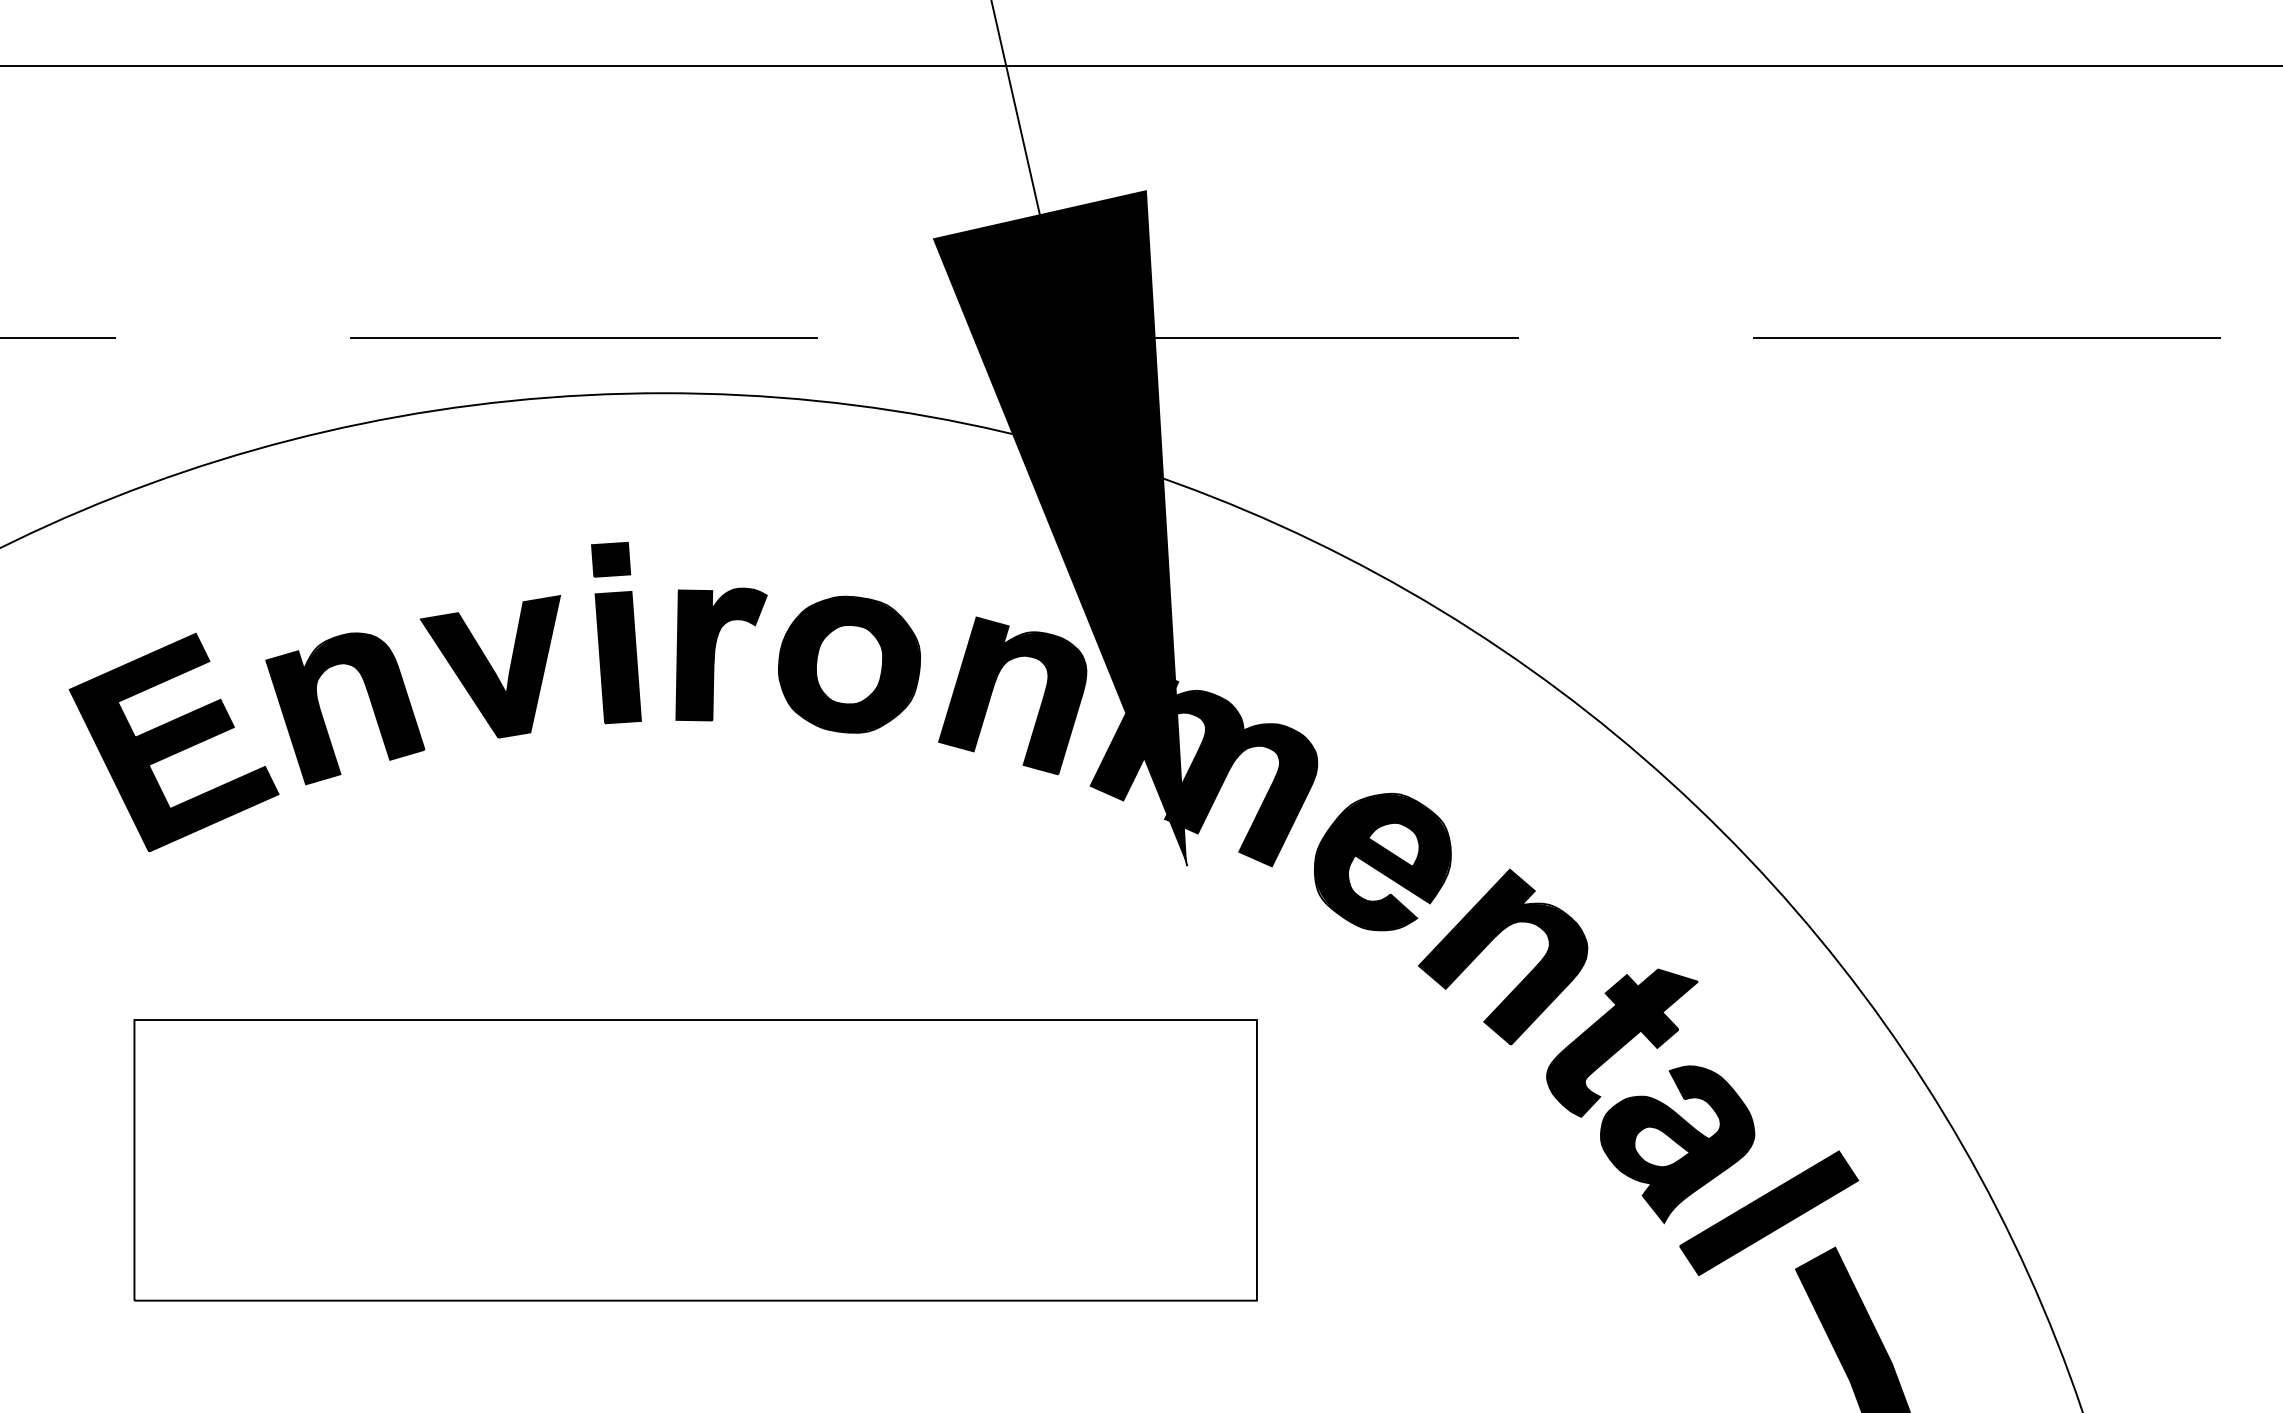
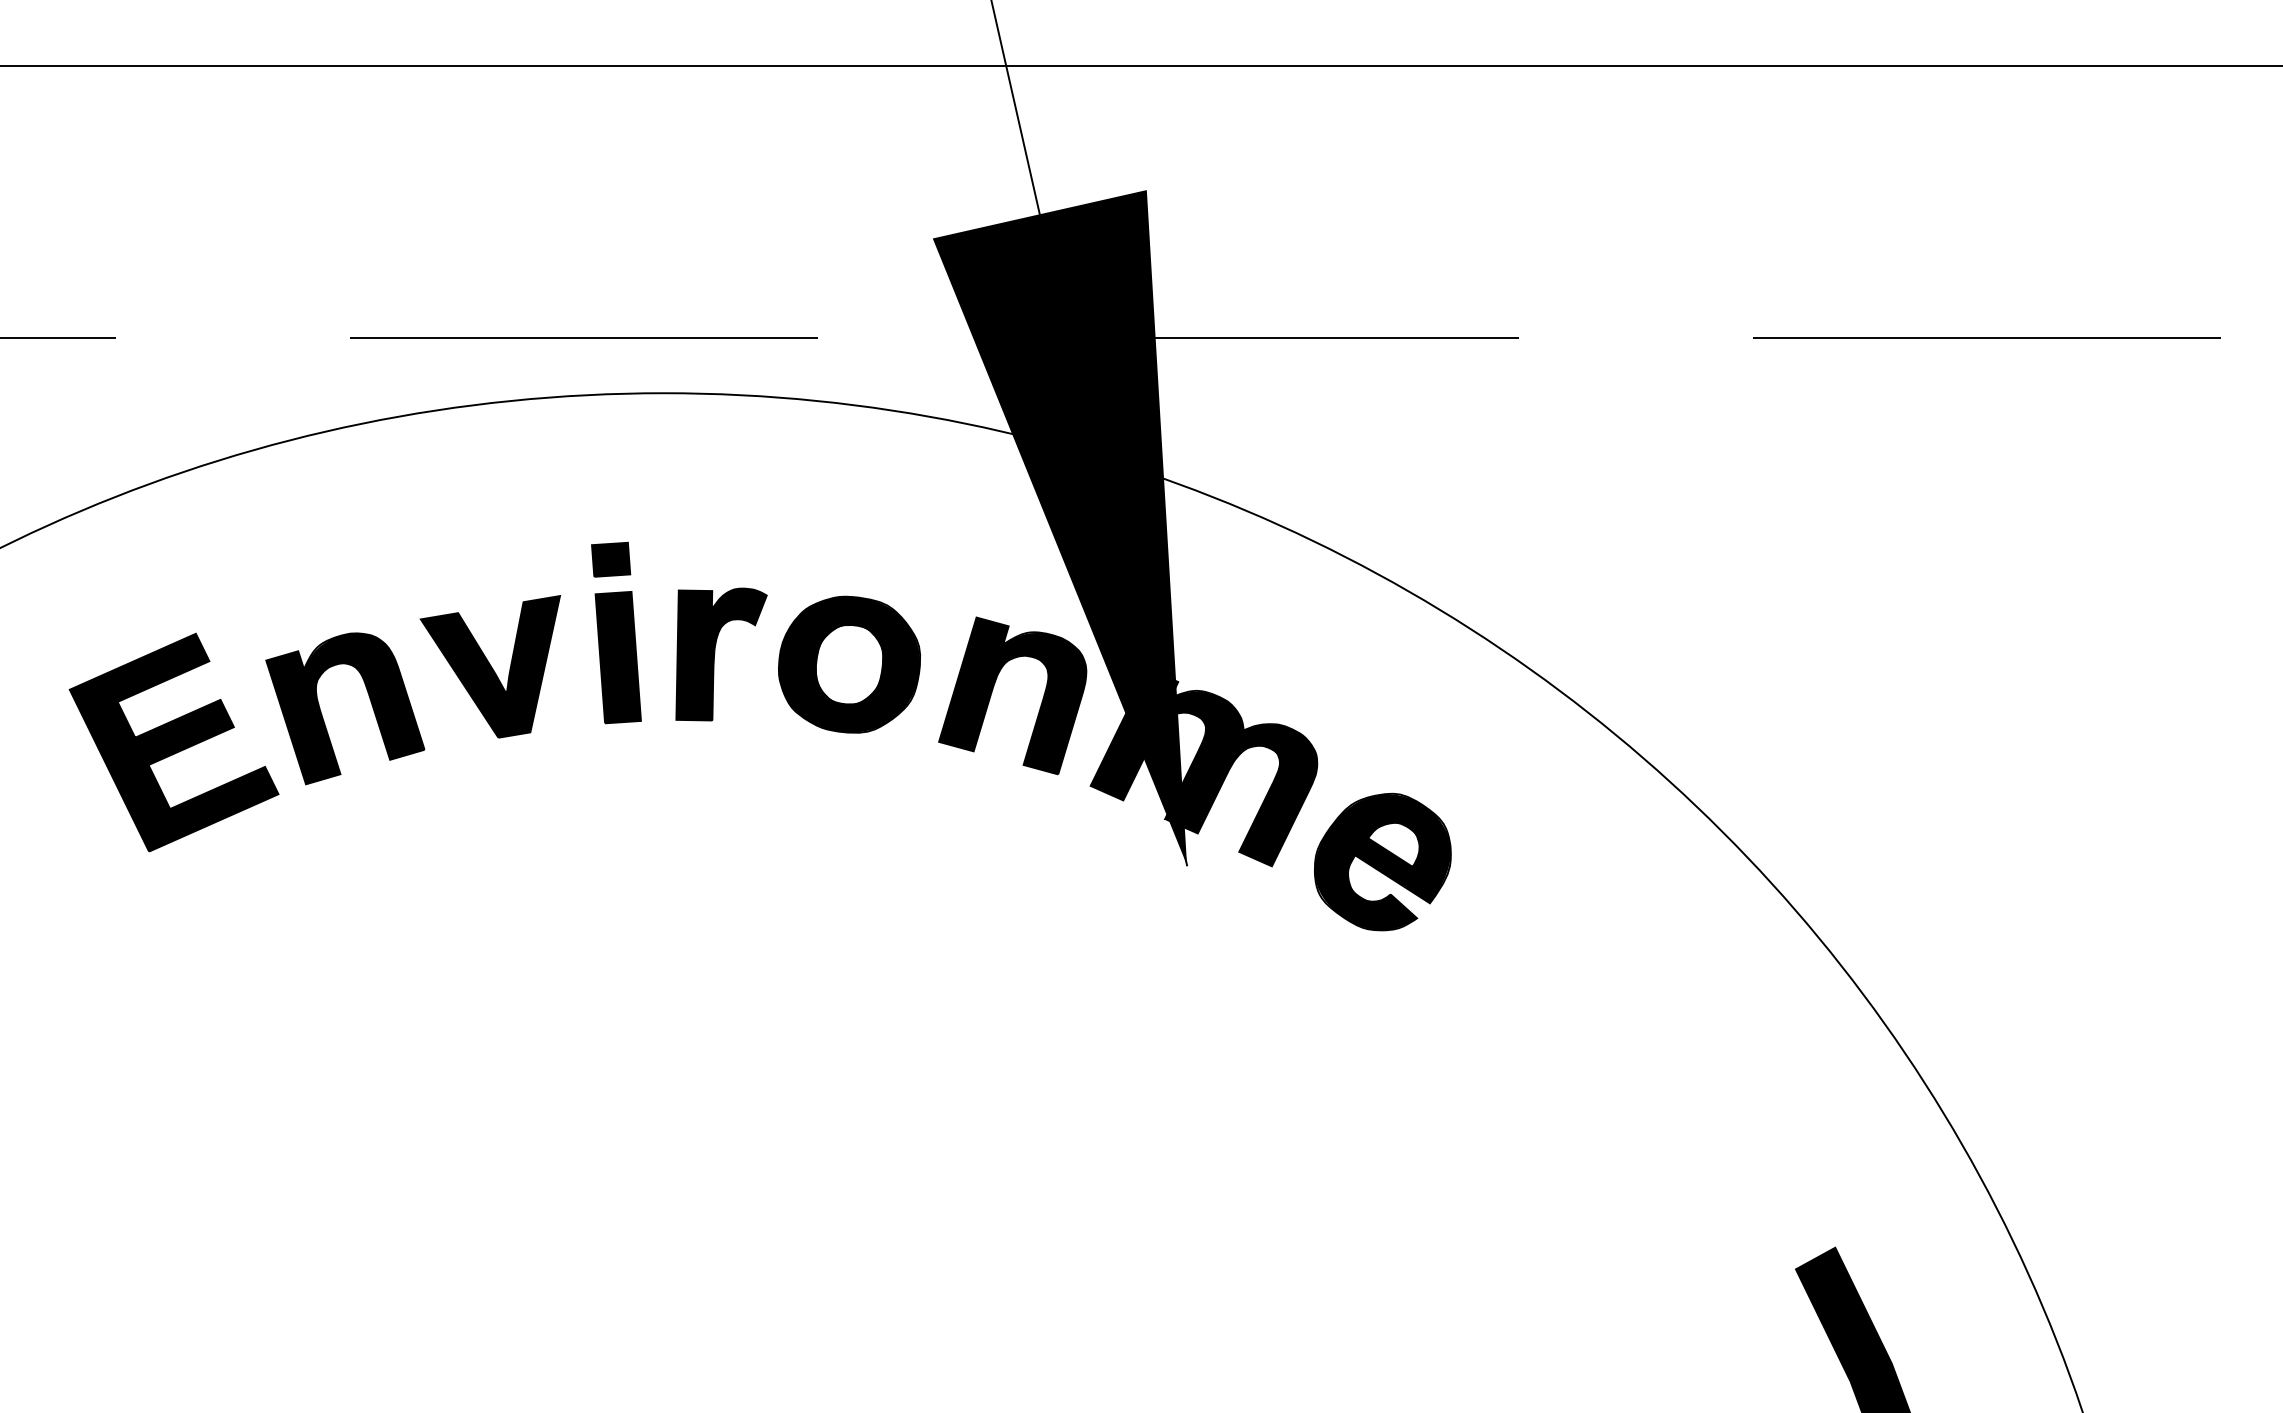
part at (1638, 1095): present -> none
part at (695, 1160): present -> none
